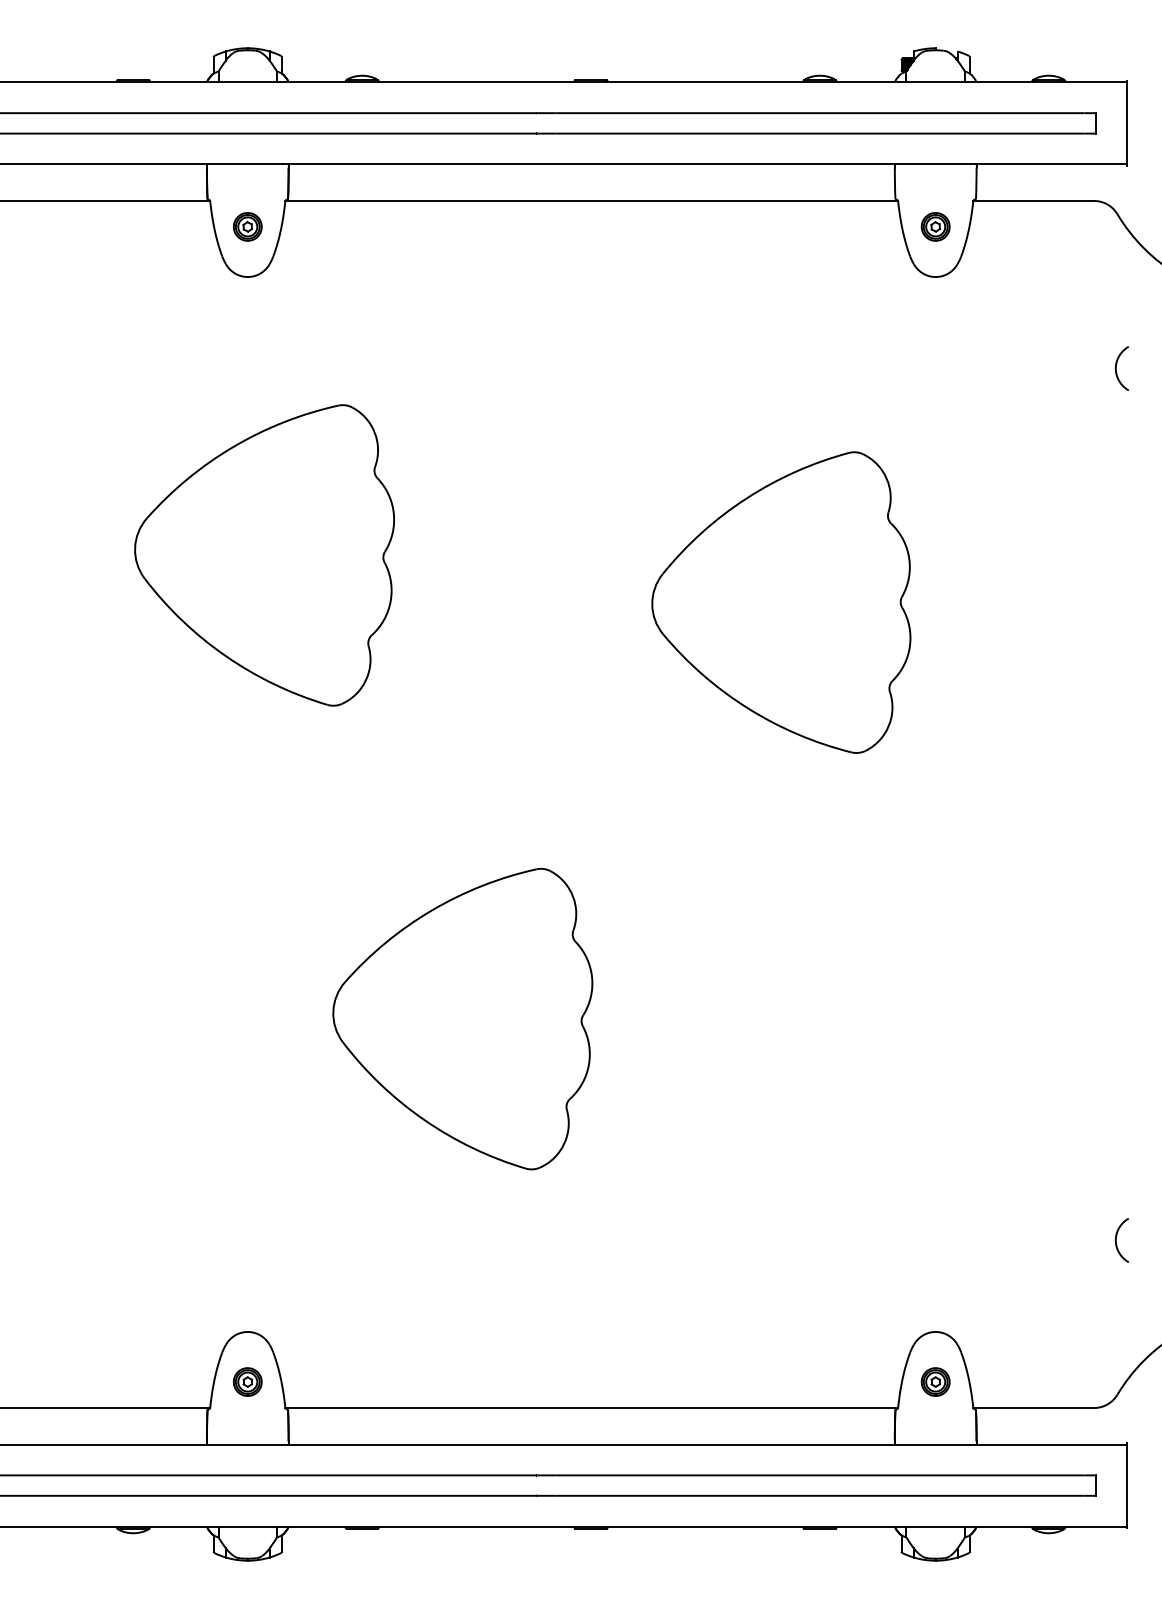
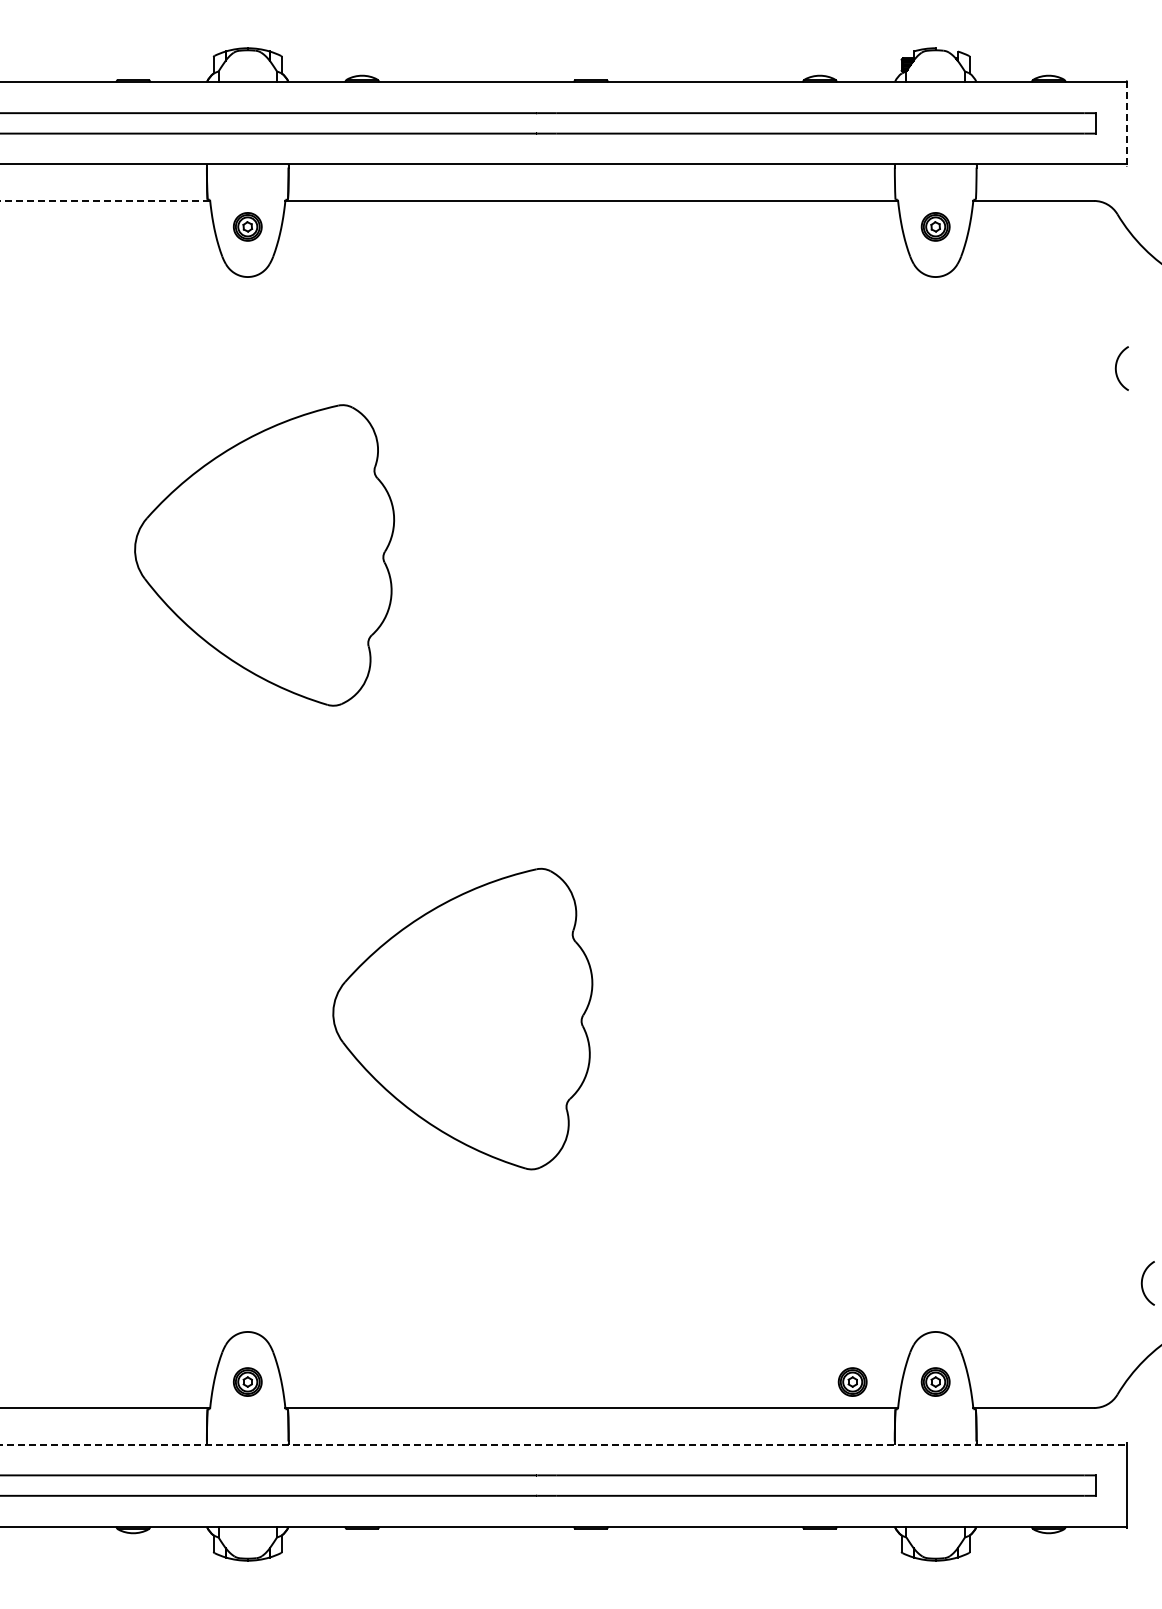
line at (1126, 123): solid -> dashed
line at (105, 200): solid -> dashed
part at (781, 602): present -> none
curve at (1116, 1240) position: (1116, 1240) -> (1142, 1283)
part at (852, 1381): none -> present
line at (564, 1444): solid -> dashed
